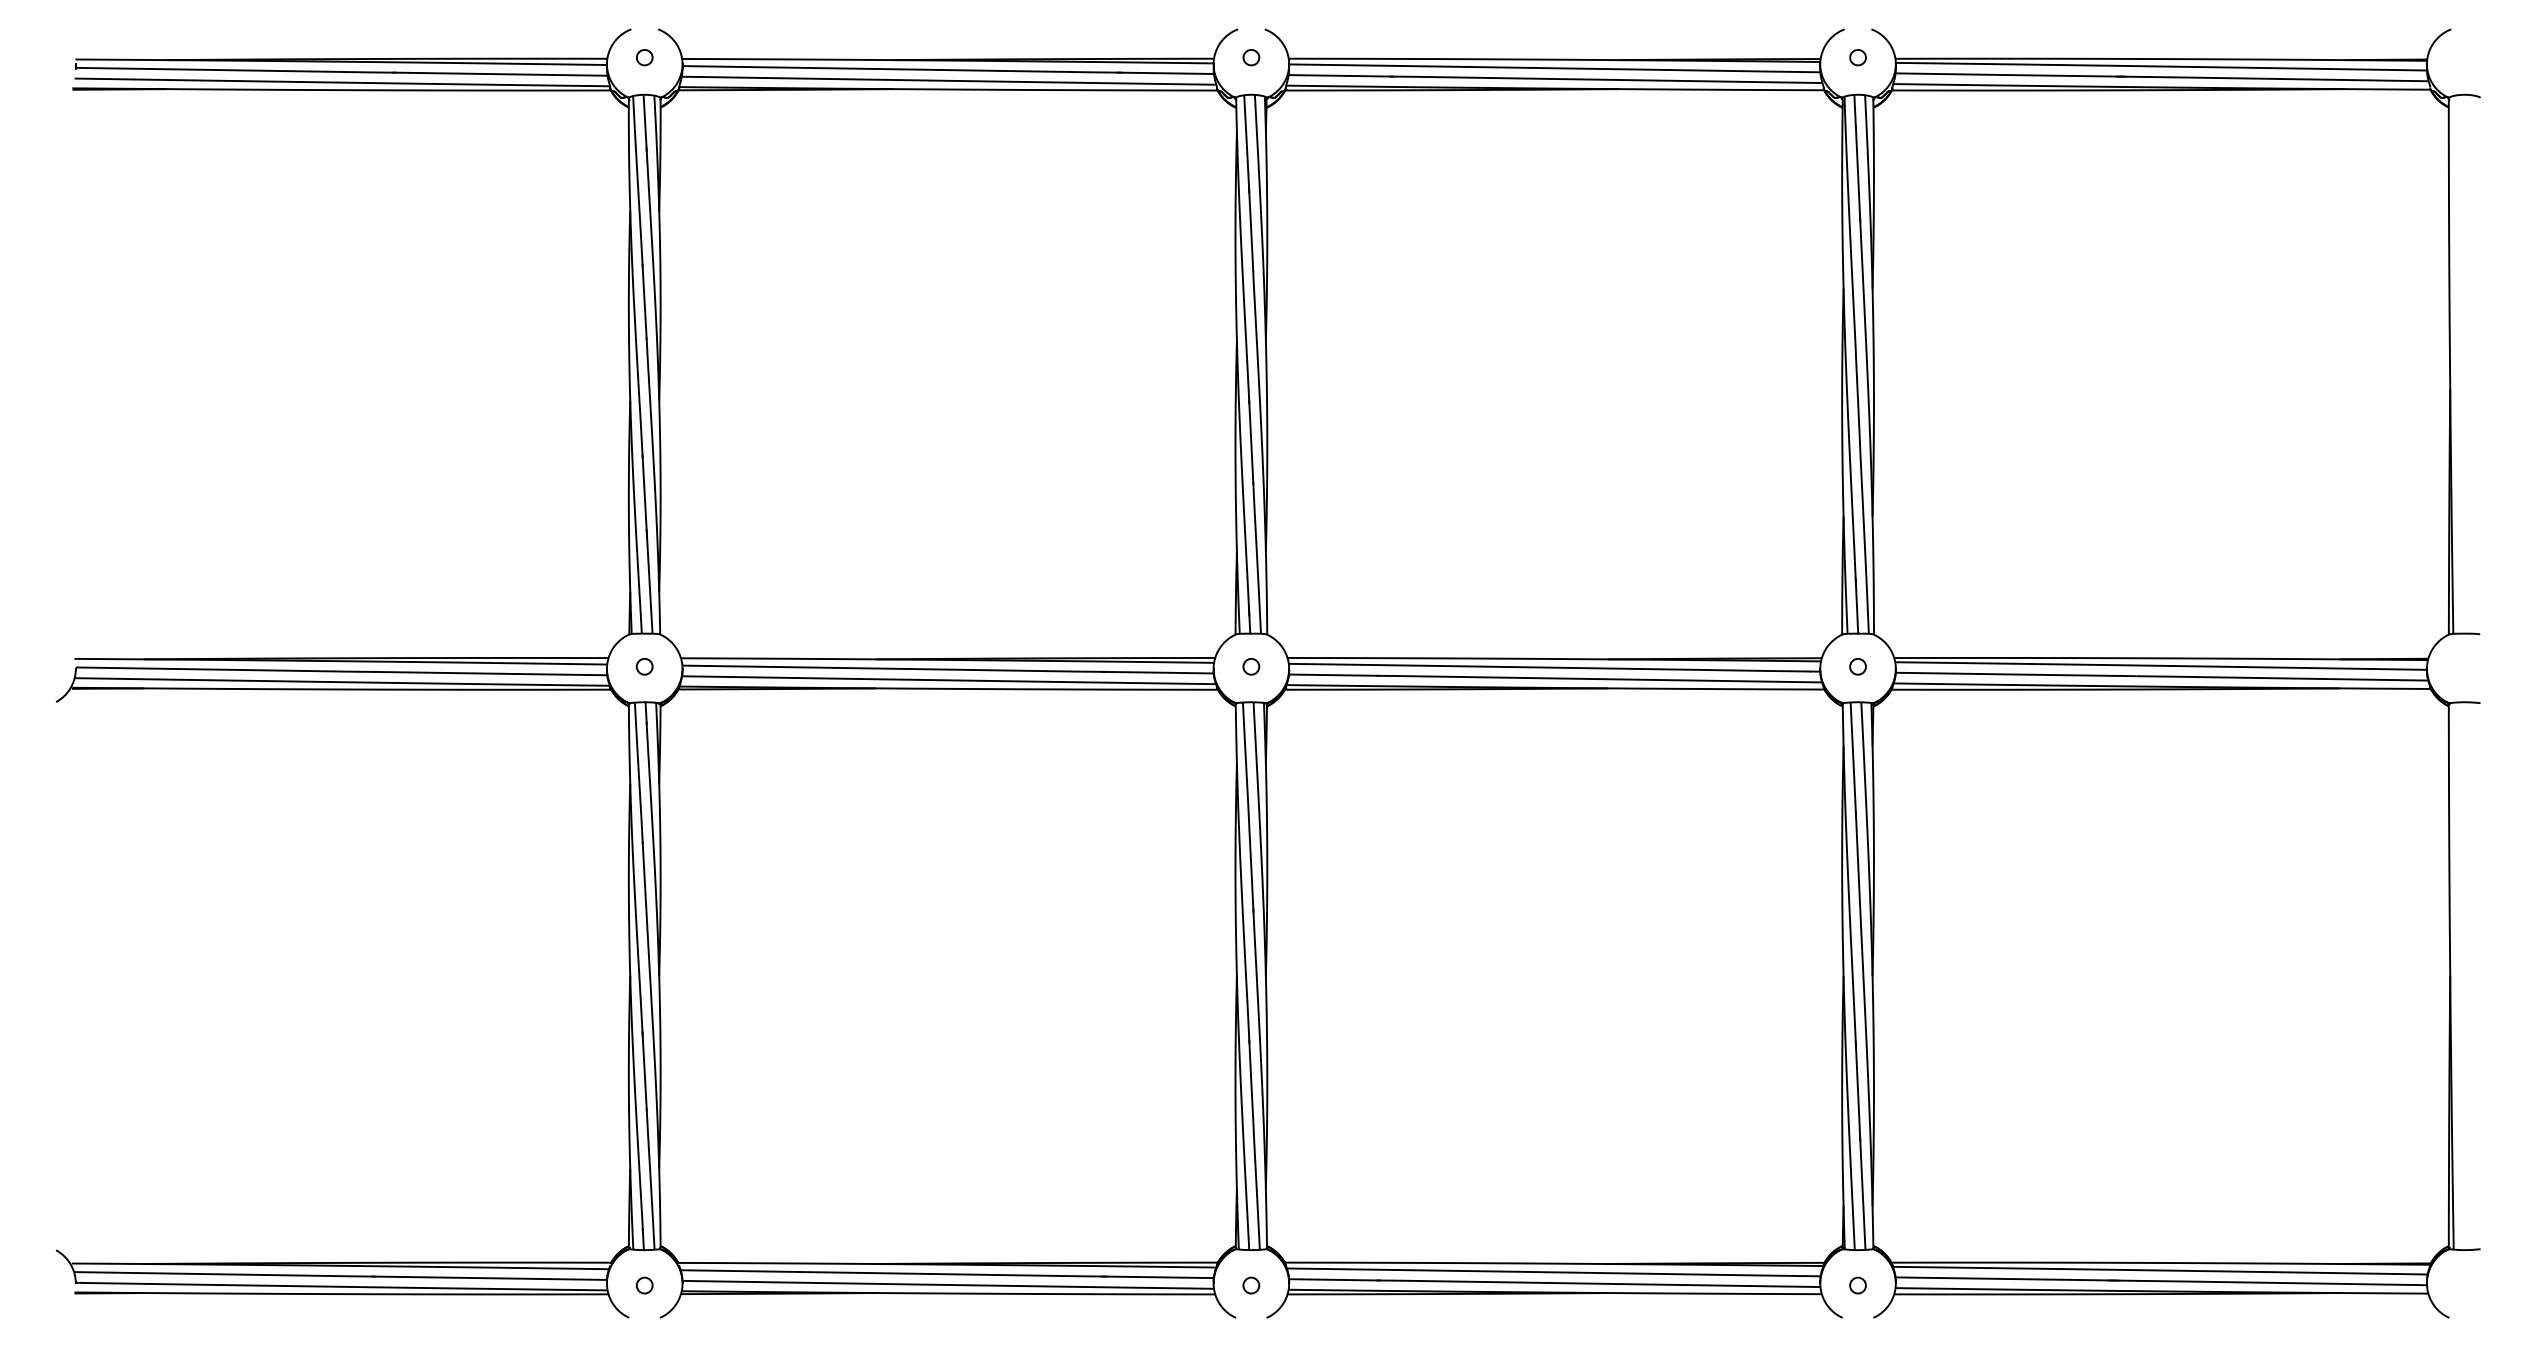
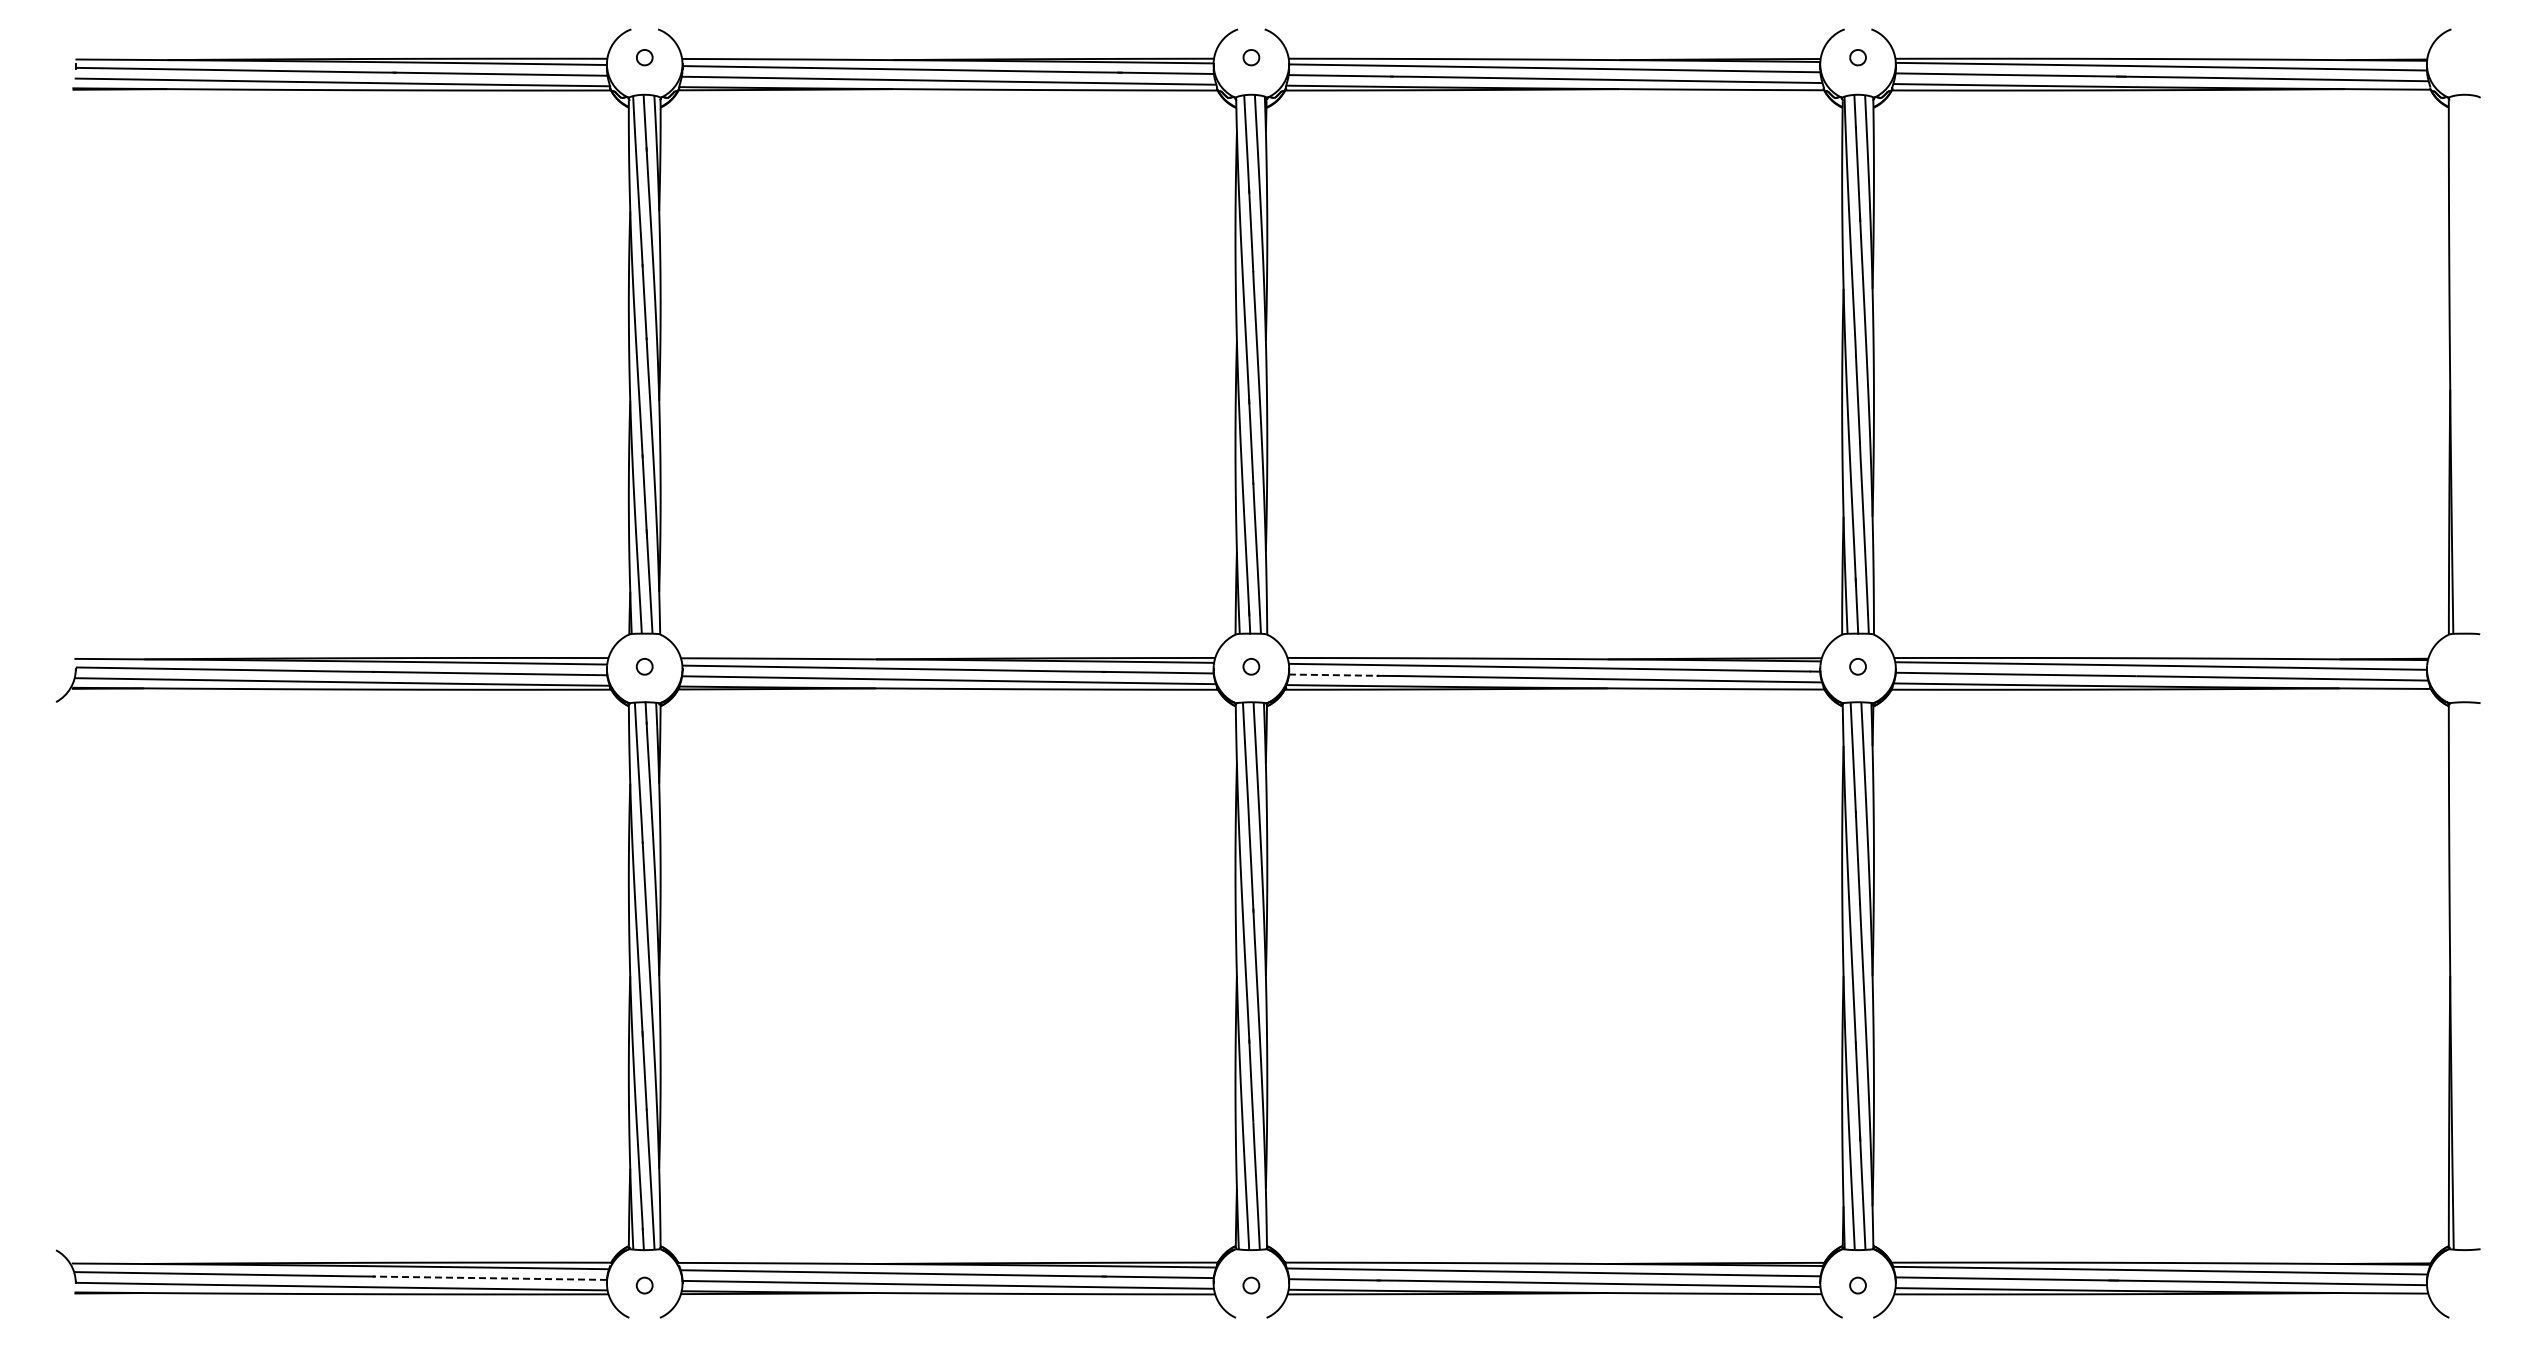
line at (1334, 675): solid -> dashed
line at (489, 1278): solid -> dashed
